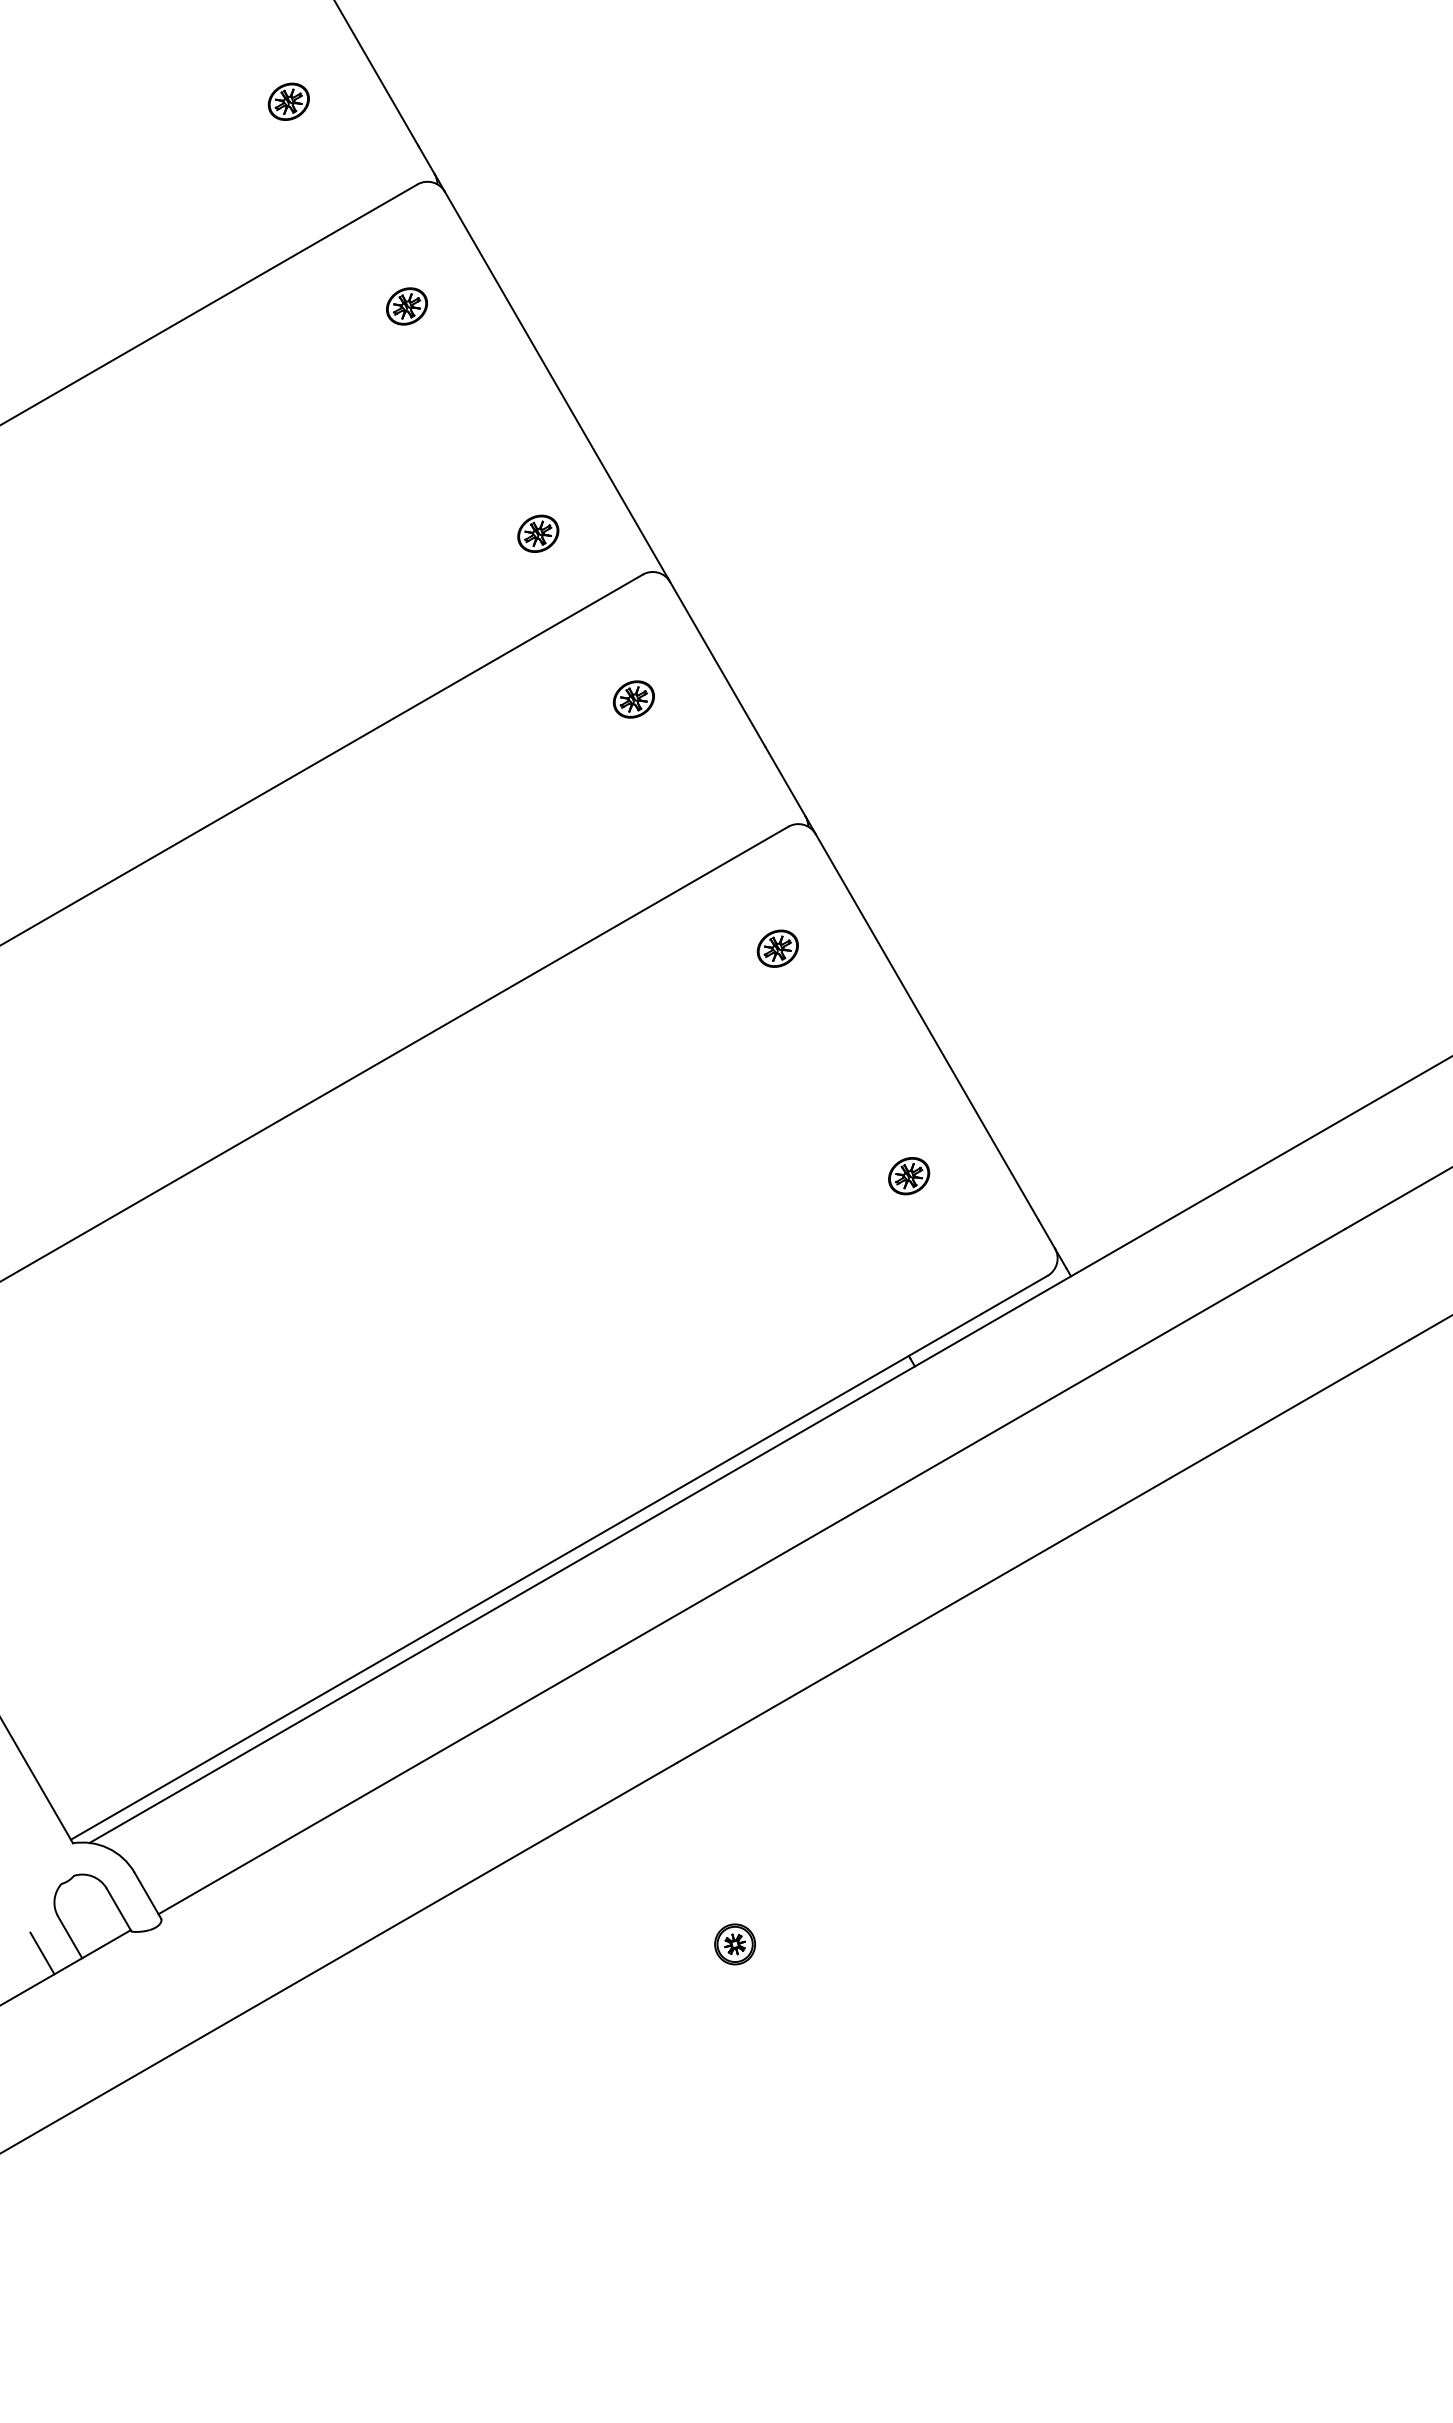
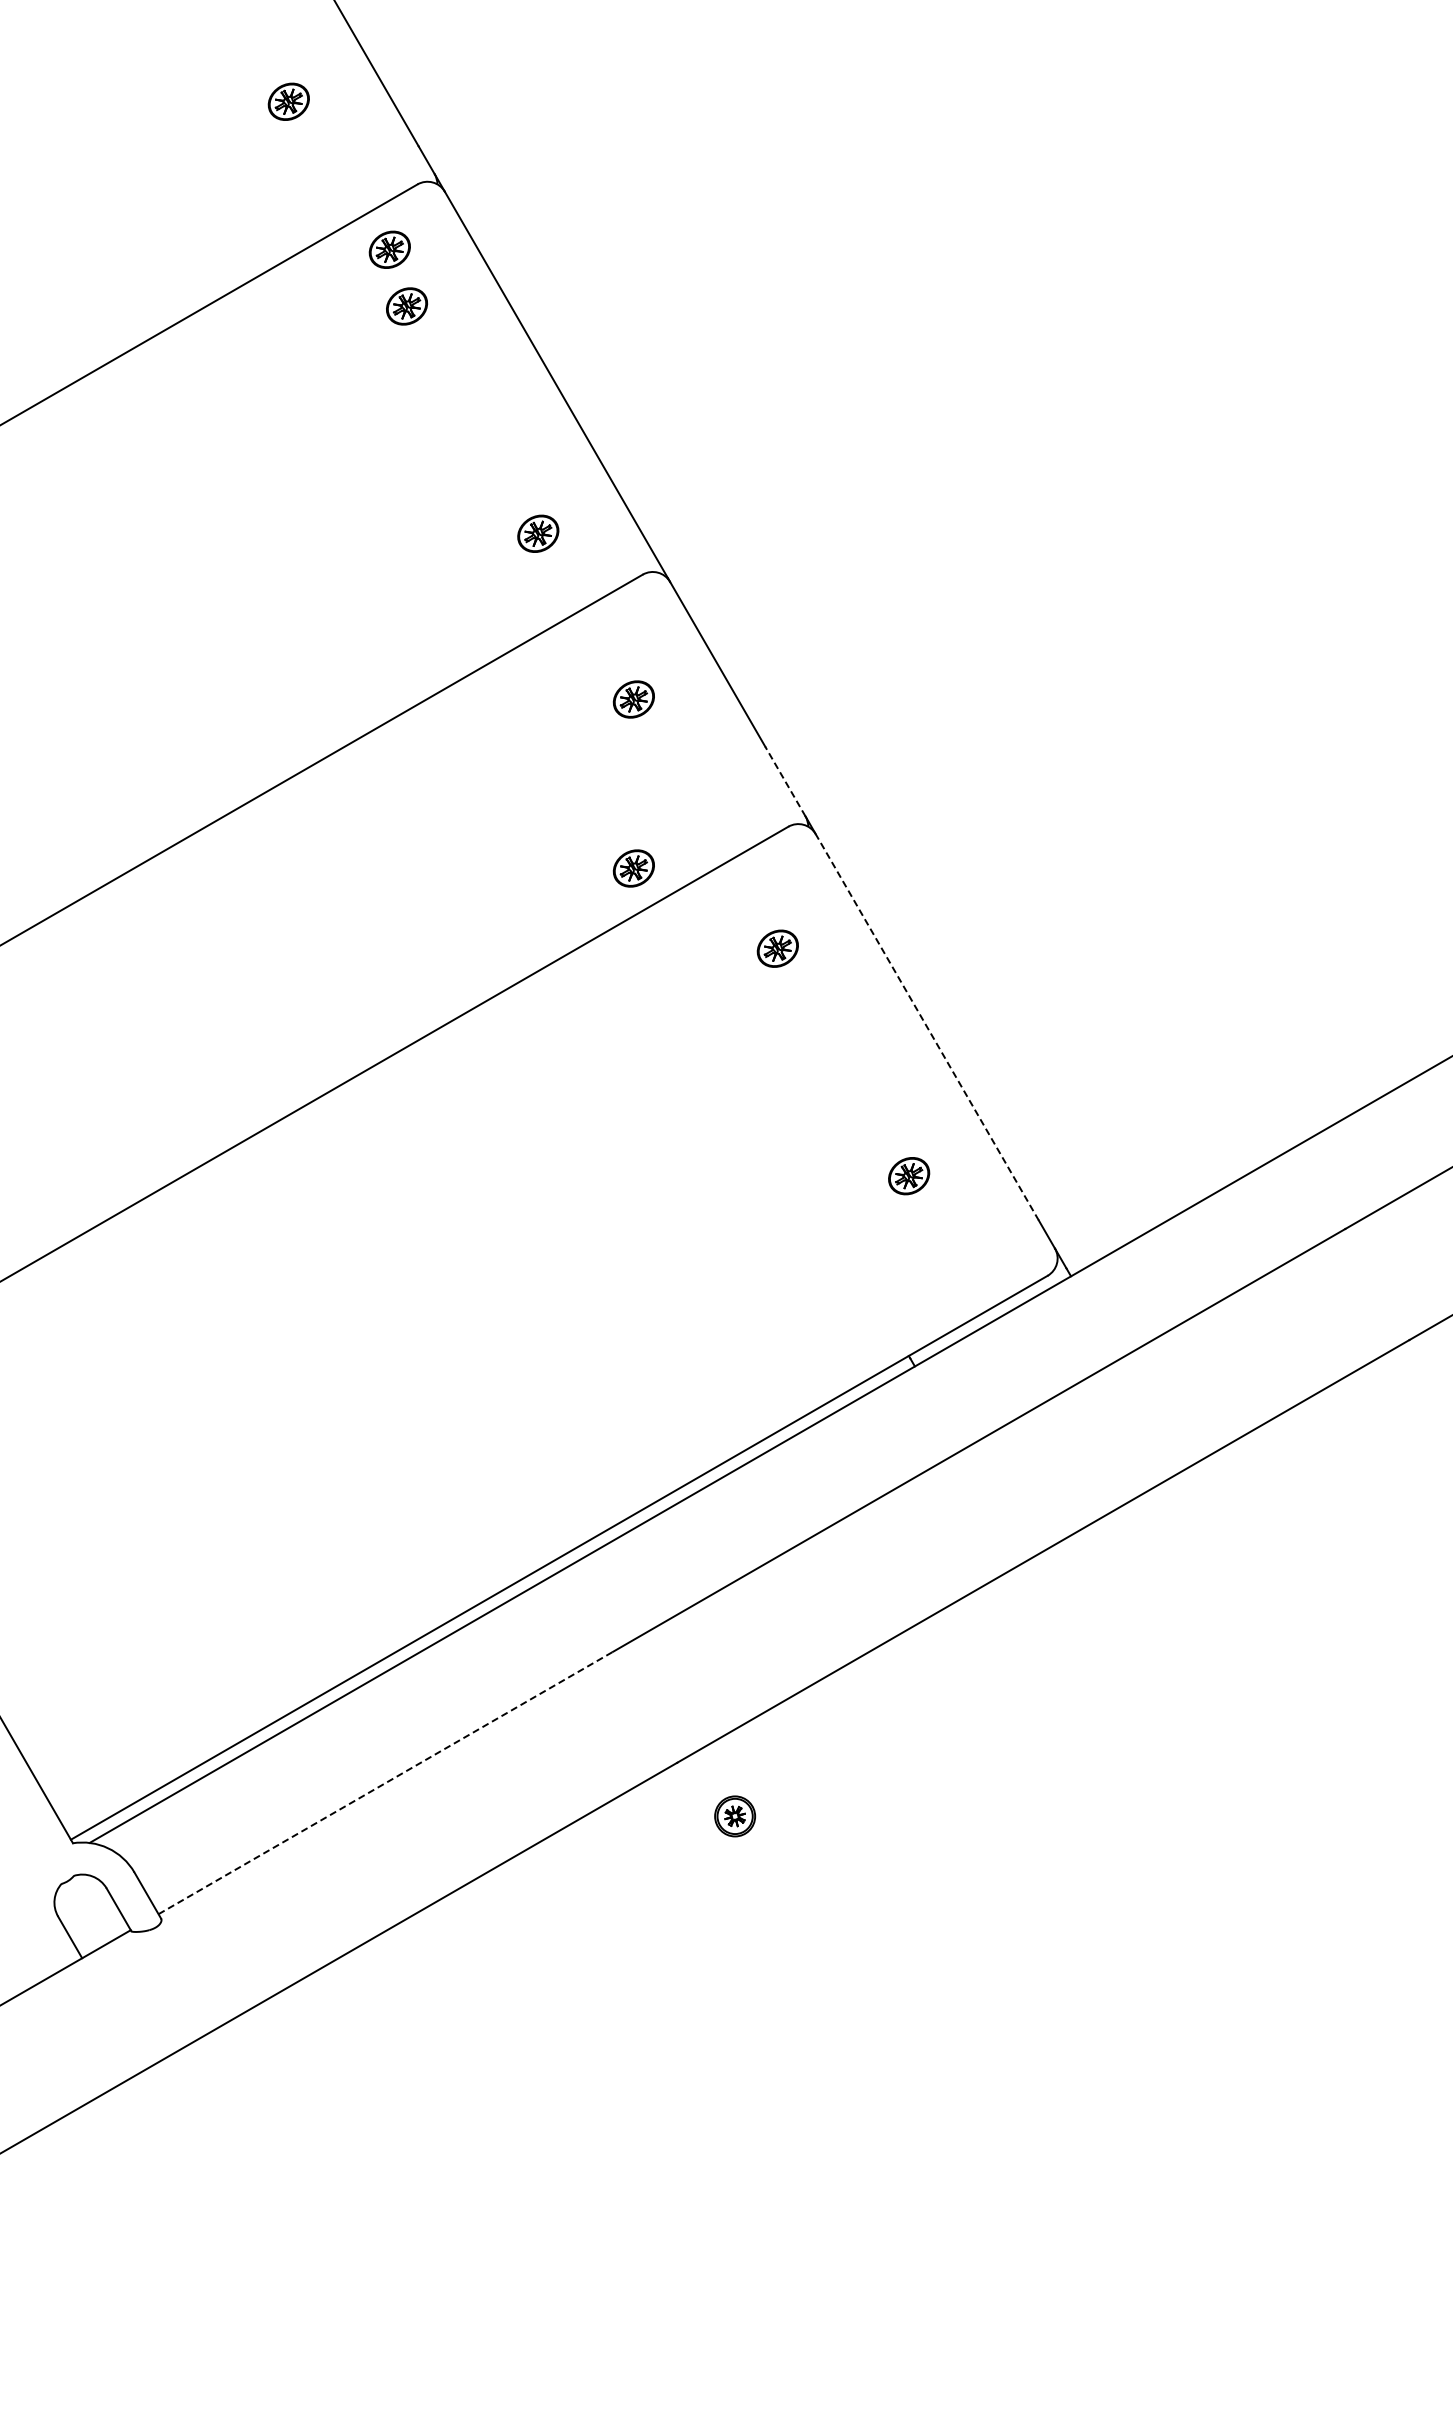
part at (389, 249): none -> present
line at (785, 781): solid -> dashed
part at (633, 868): none -> present
line at (927, 1026): solid -> dashed
line at (386, 1782): solid -> dashed
part at (735, 1944) position: (735, 1944) -> (735, 1816)
line at (42, 1953): present -> none
